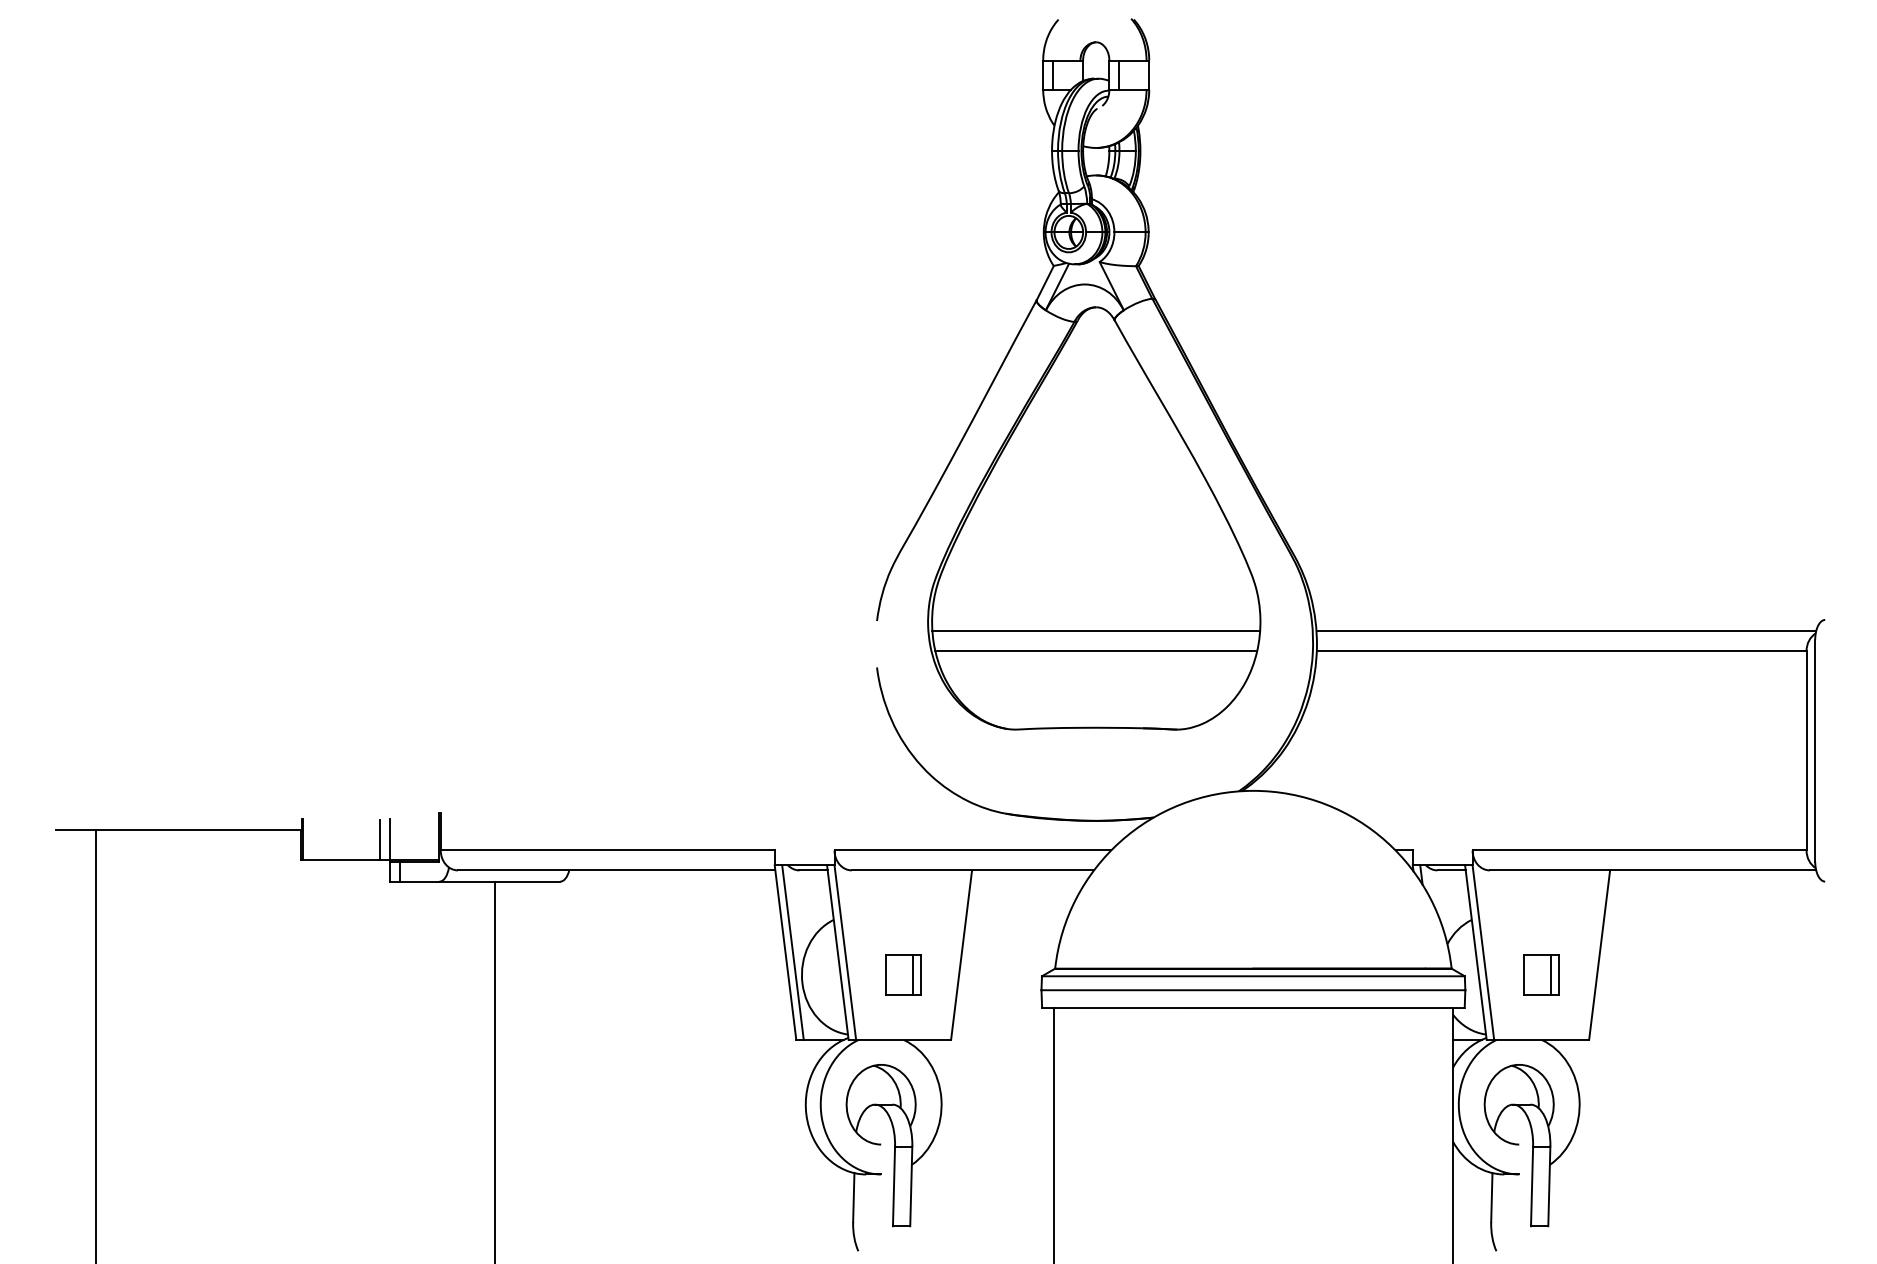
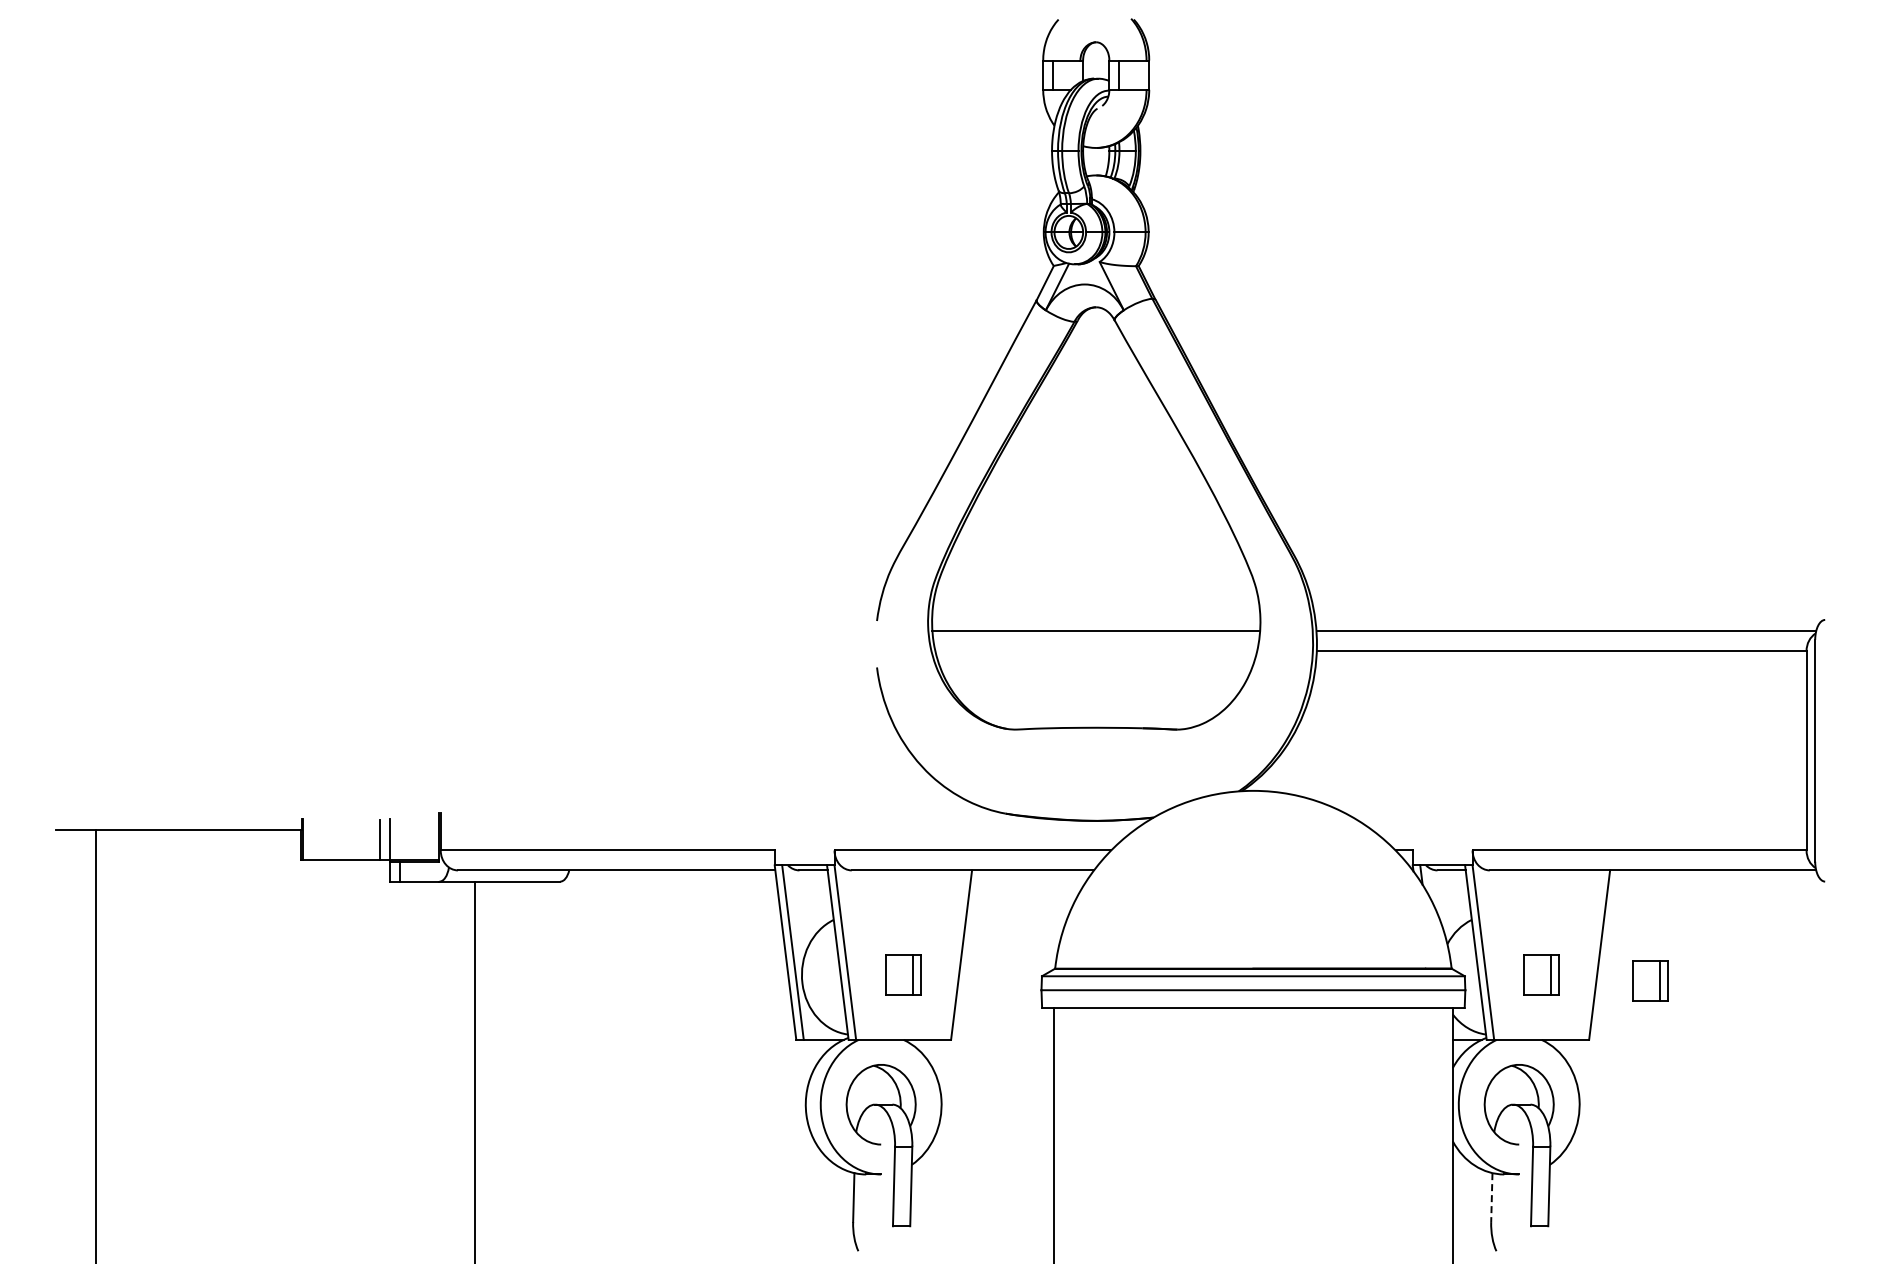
line at (1096, 651): present -> none
part at (1650, 980): none -> present
line at (494, 1070) position: (494, 1070) -> (474, 1070)
line at (1491, 1198): solid -> dashed
